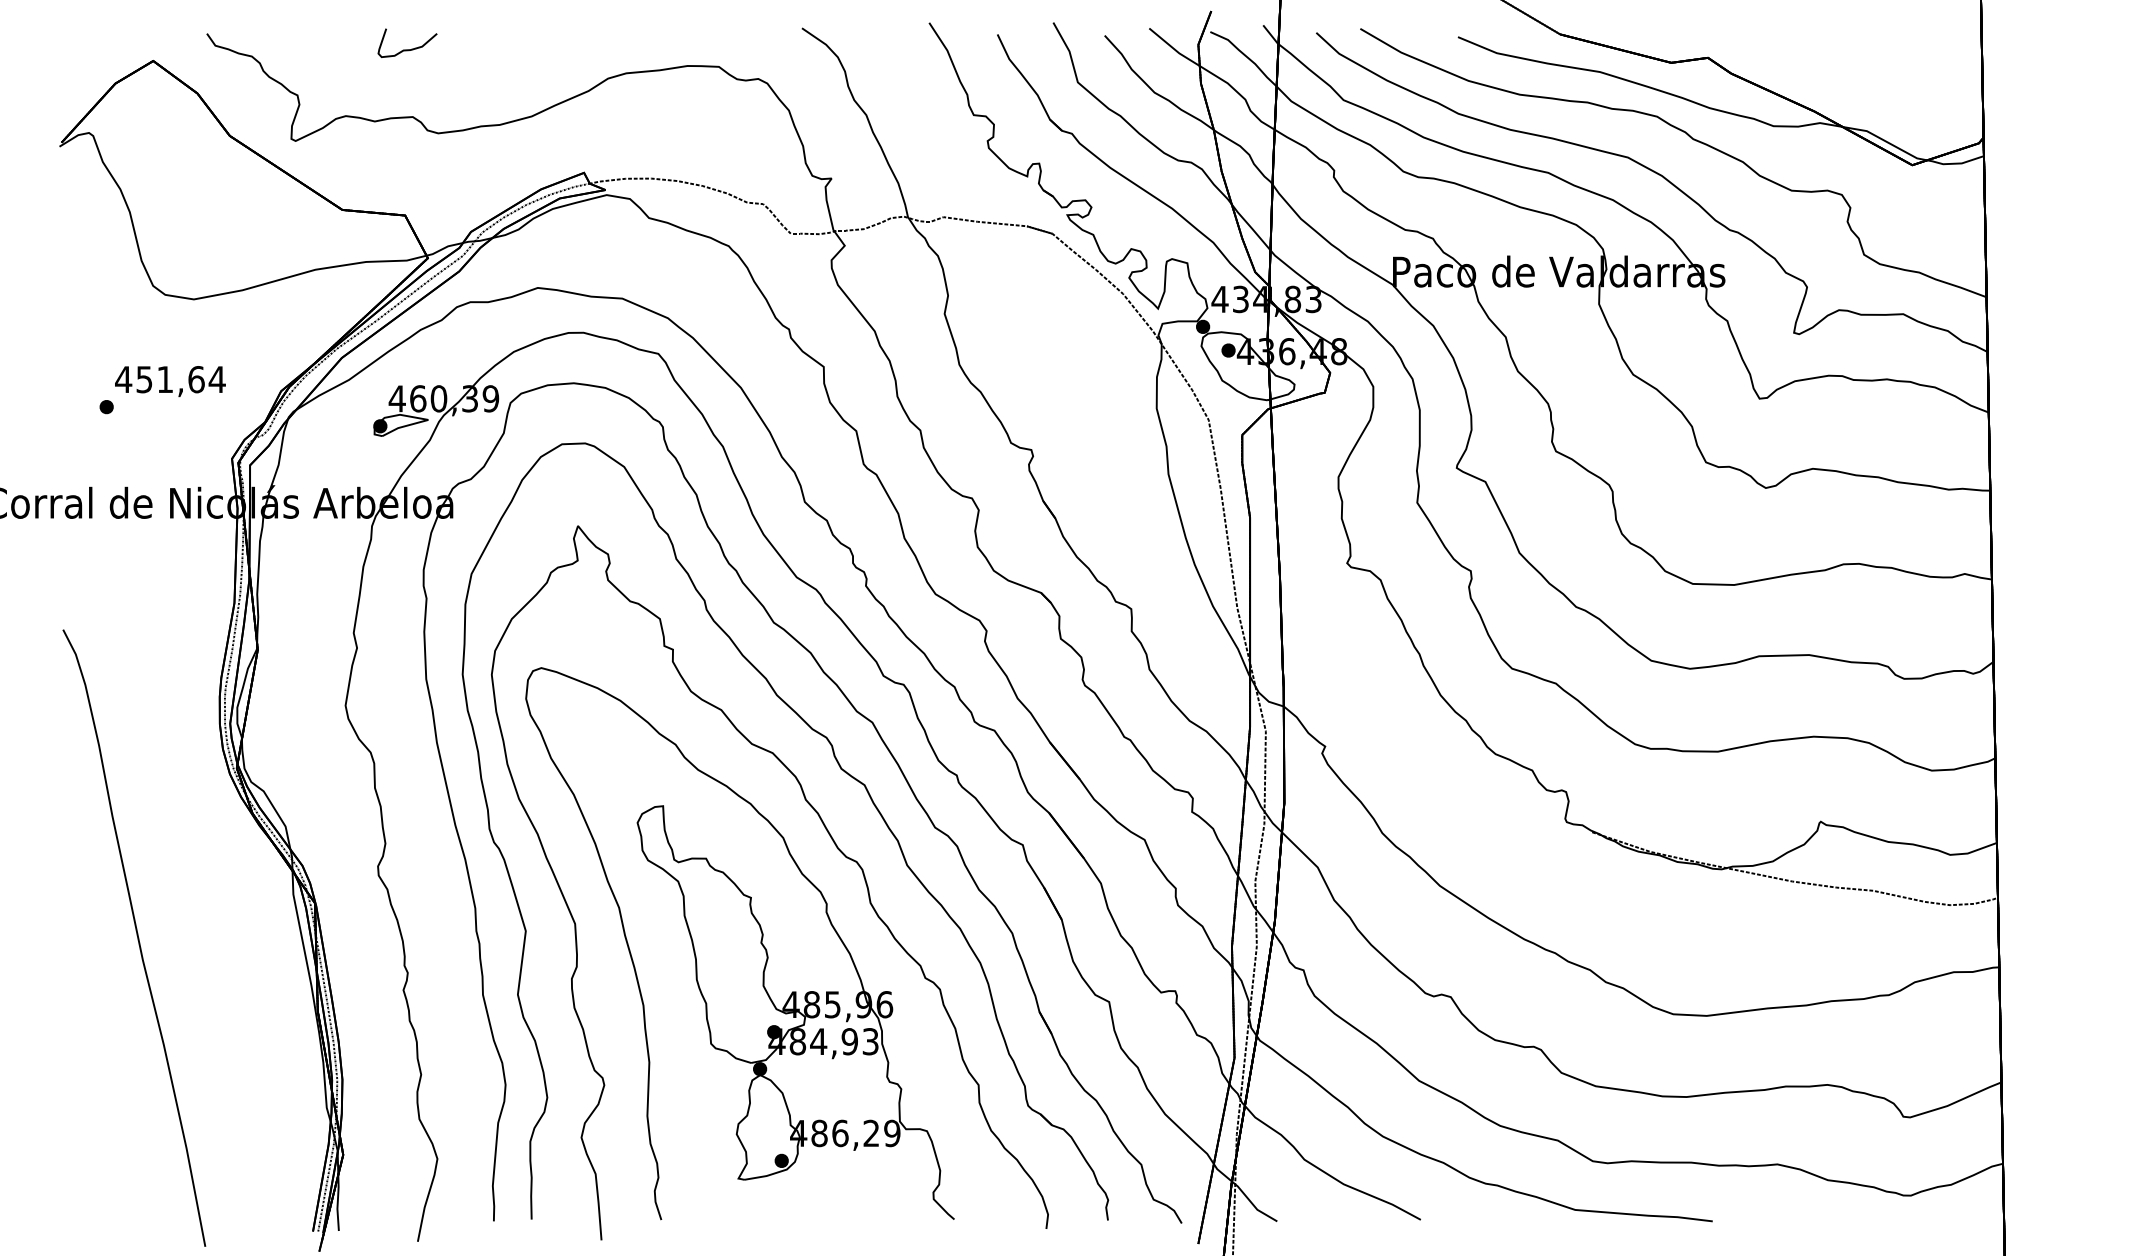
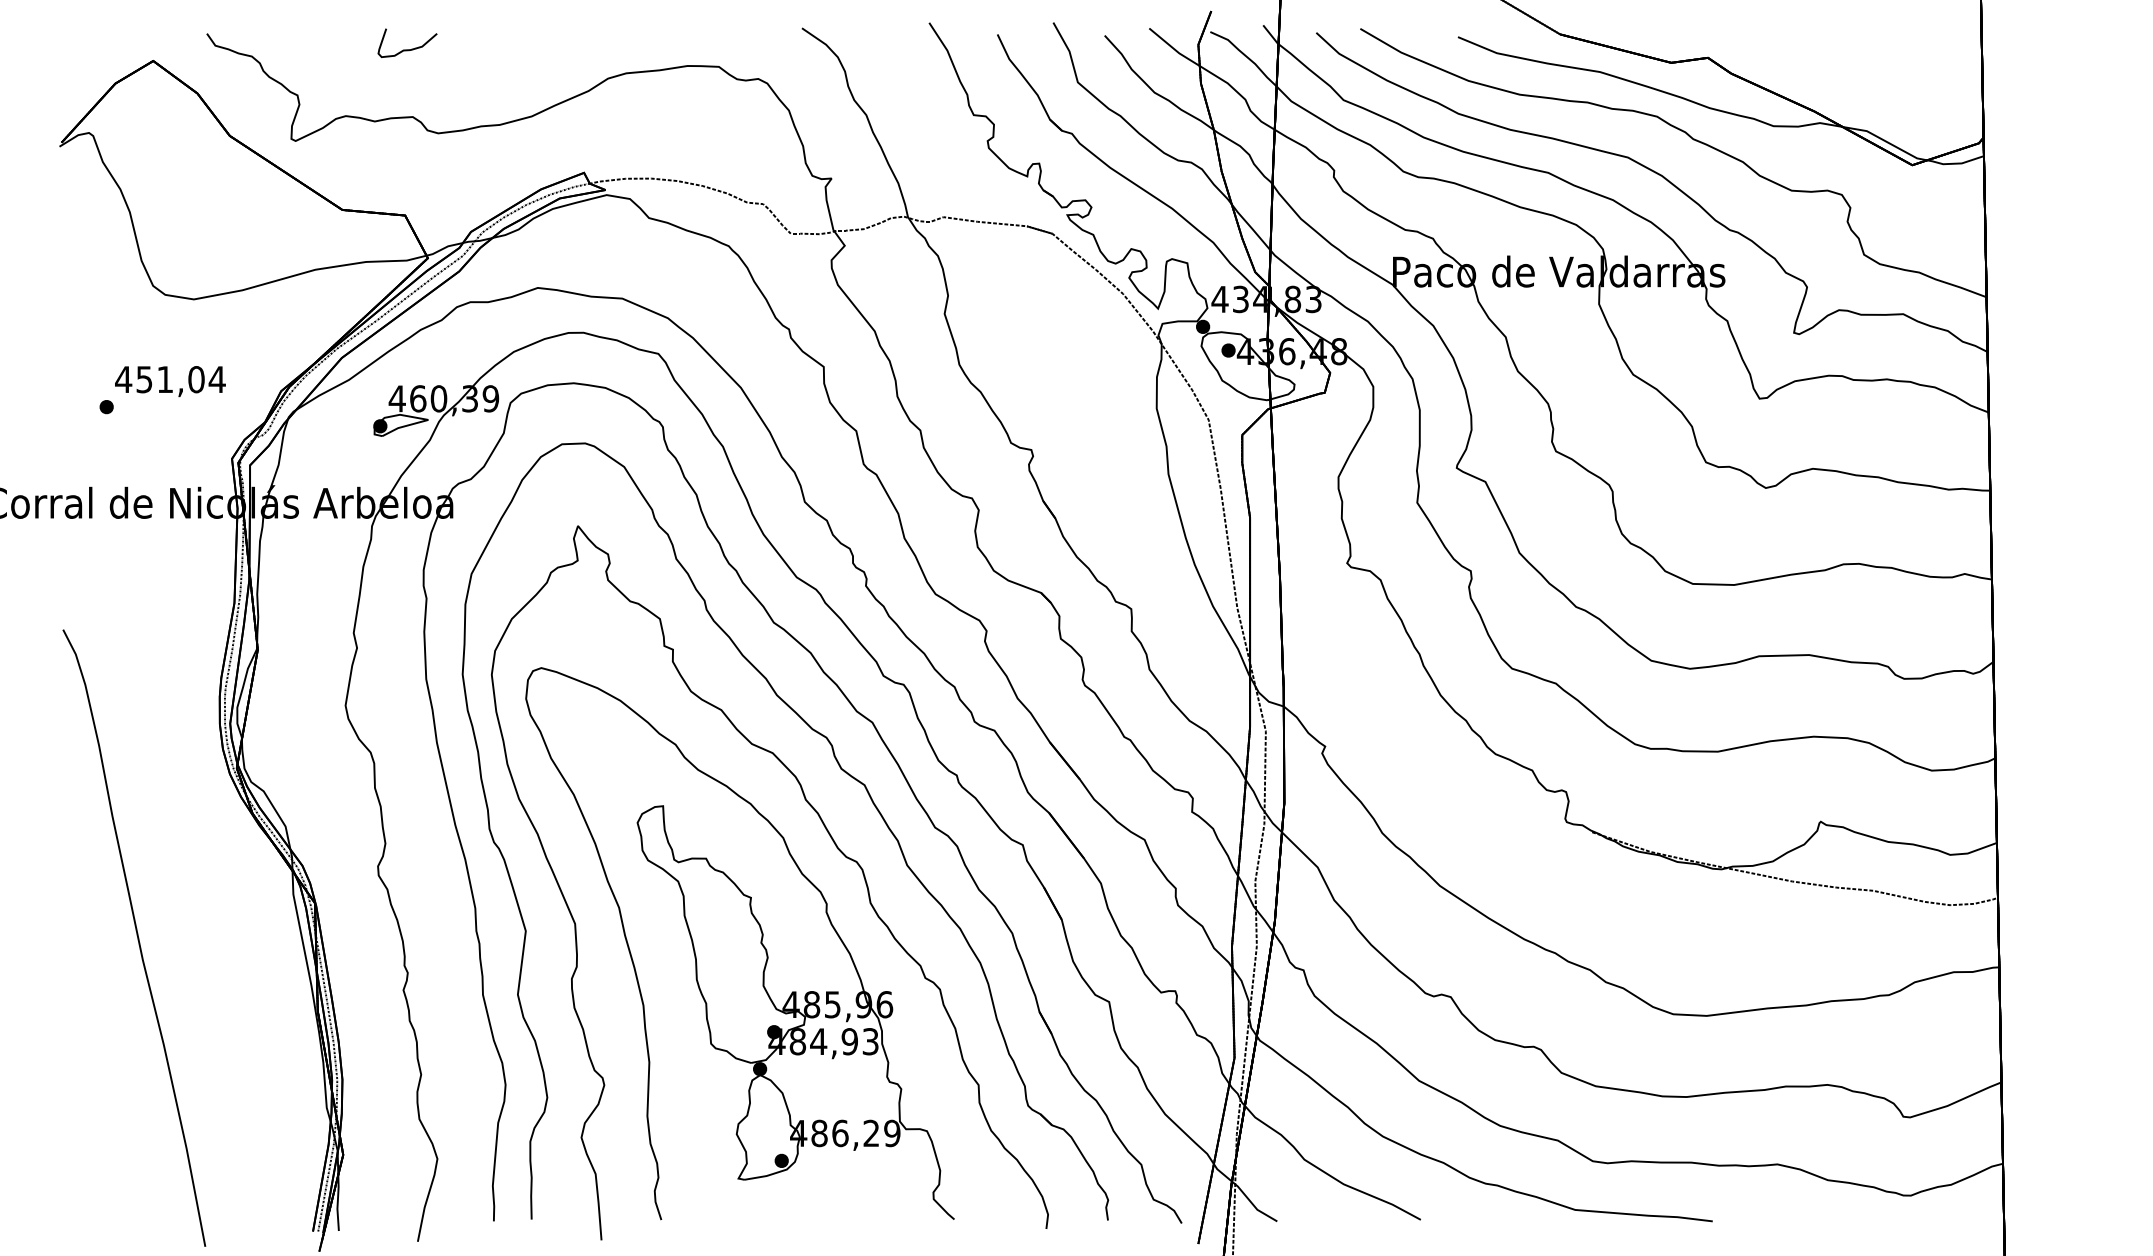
text at (196, 379): 451,64 -> 451,04
